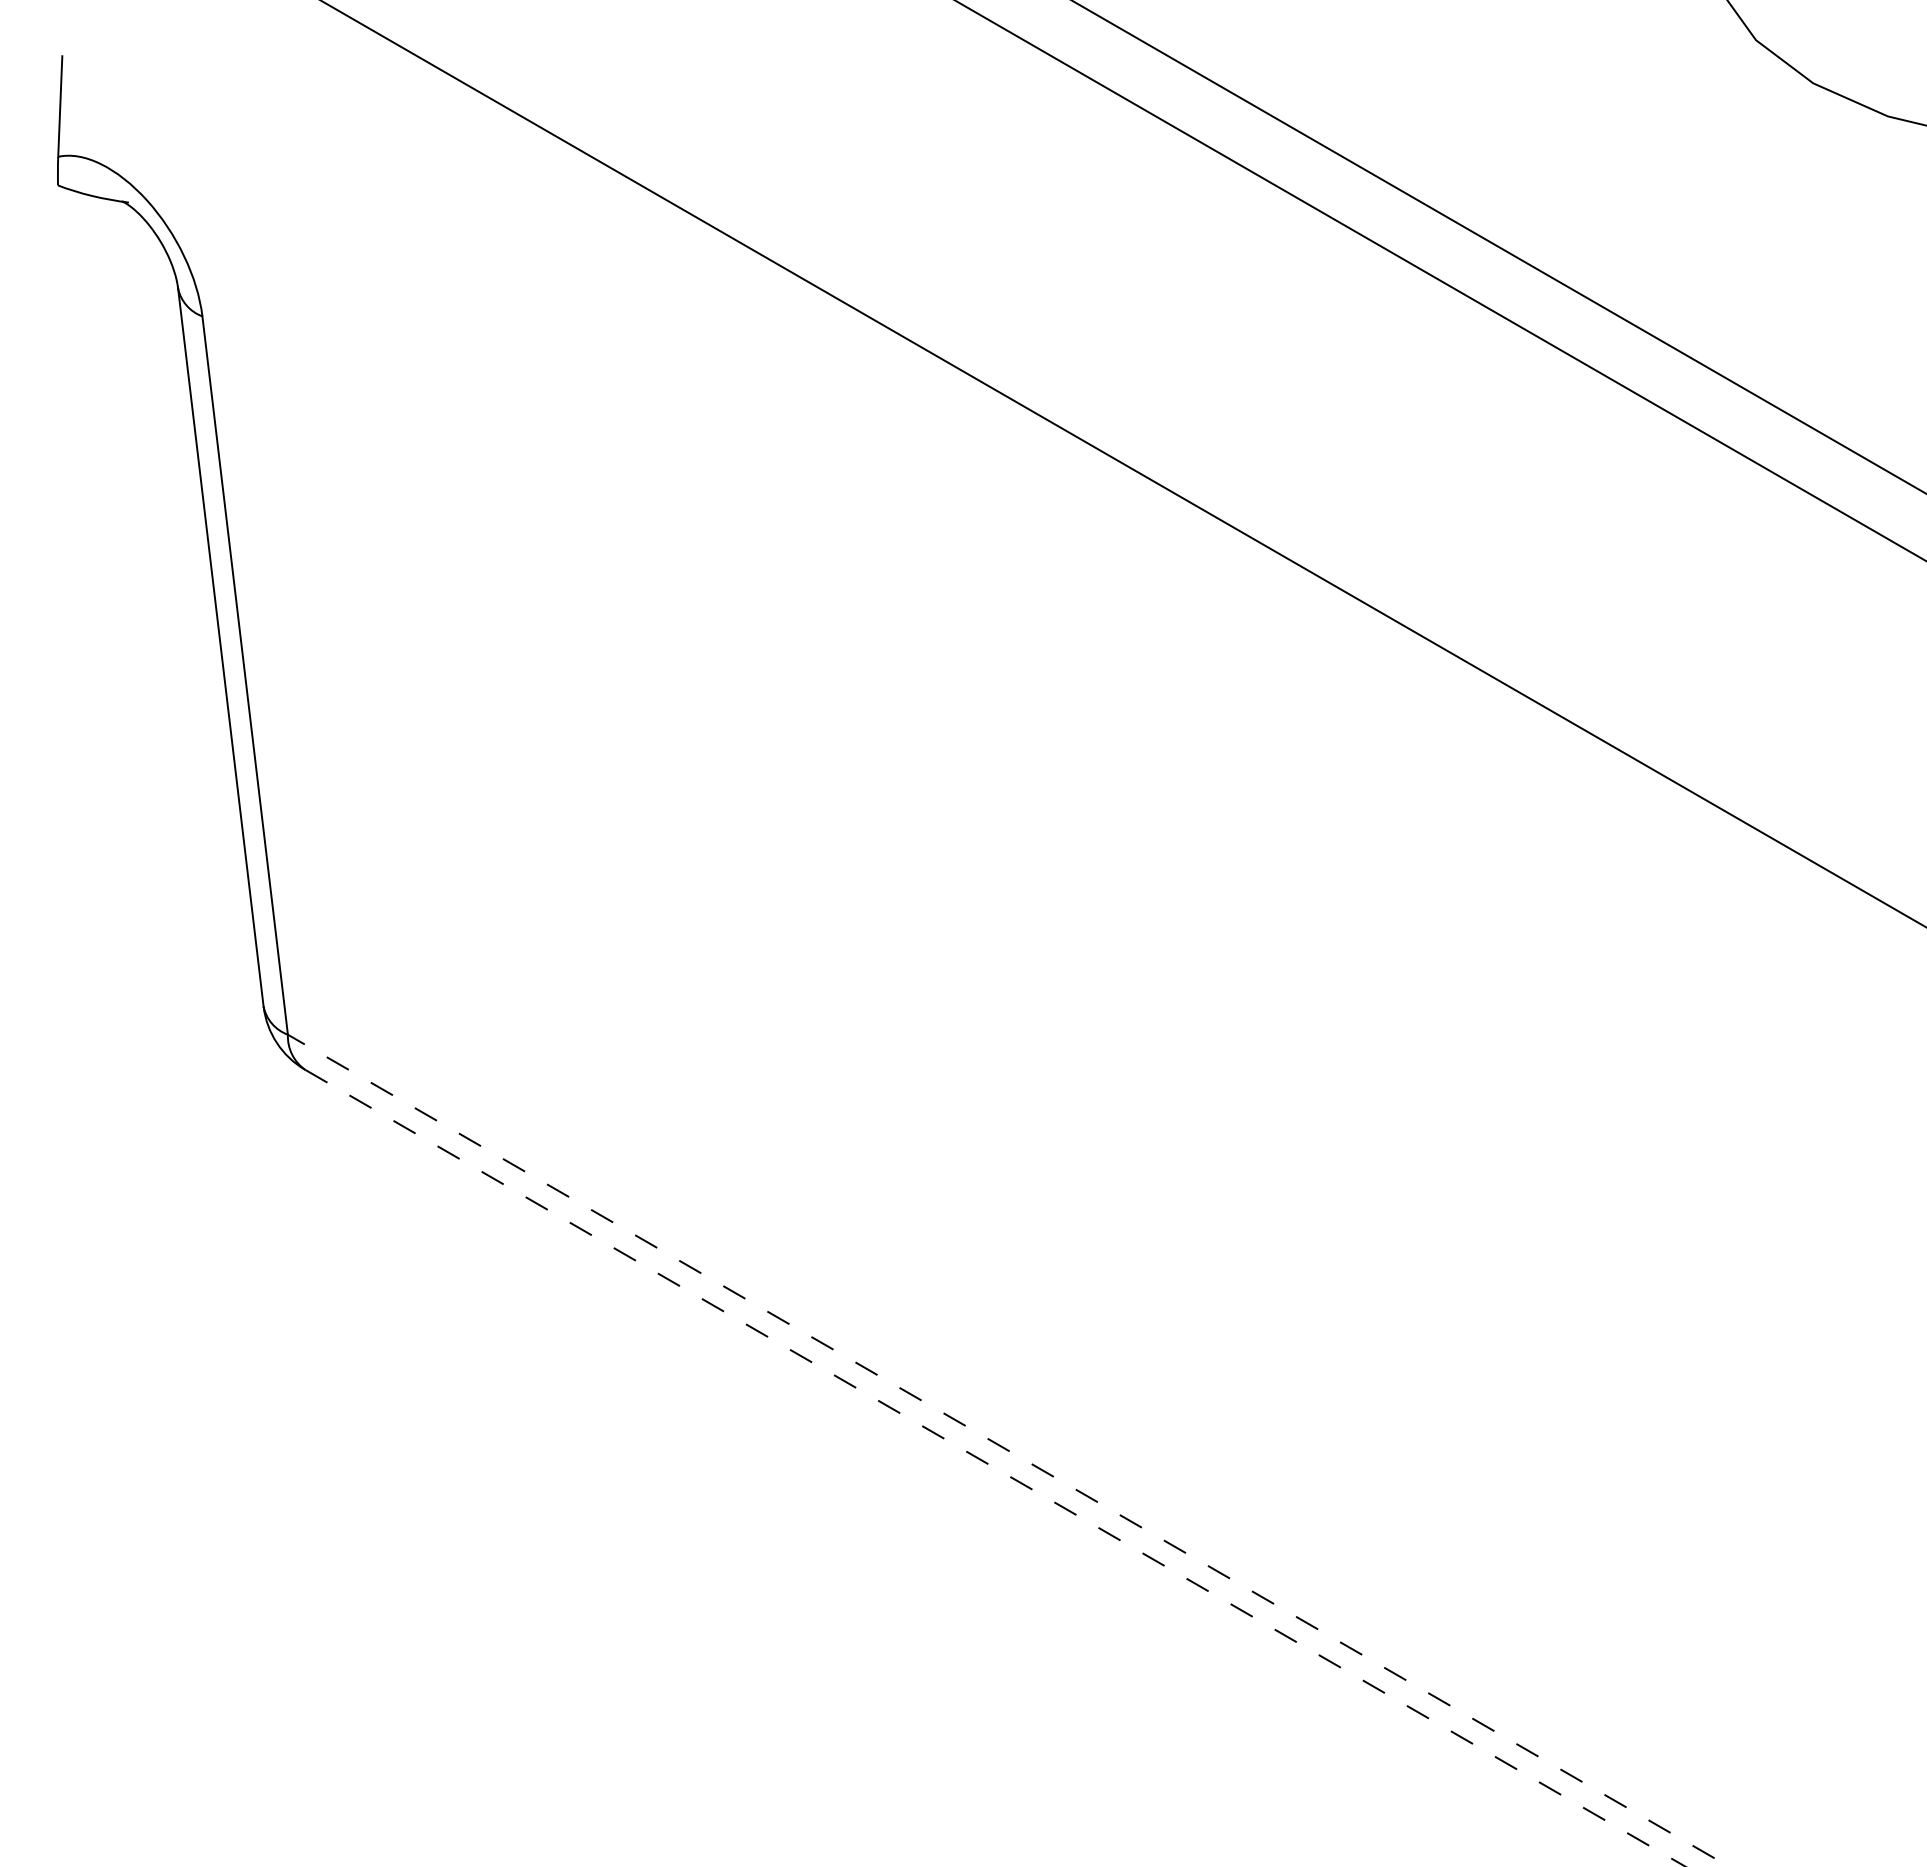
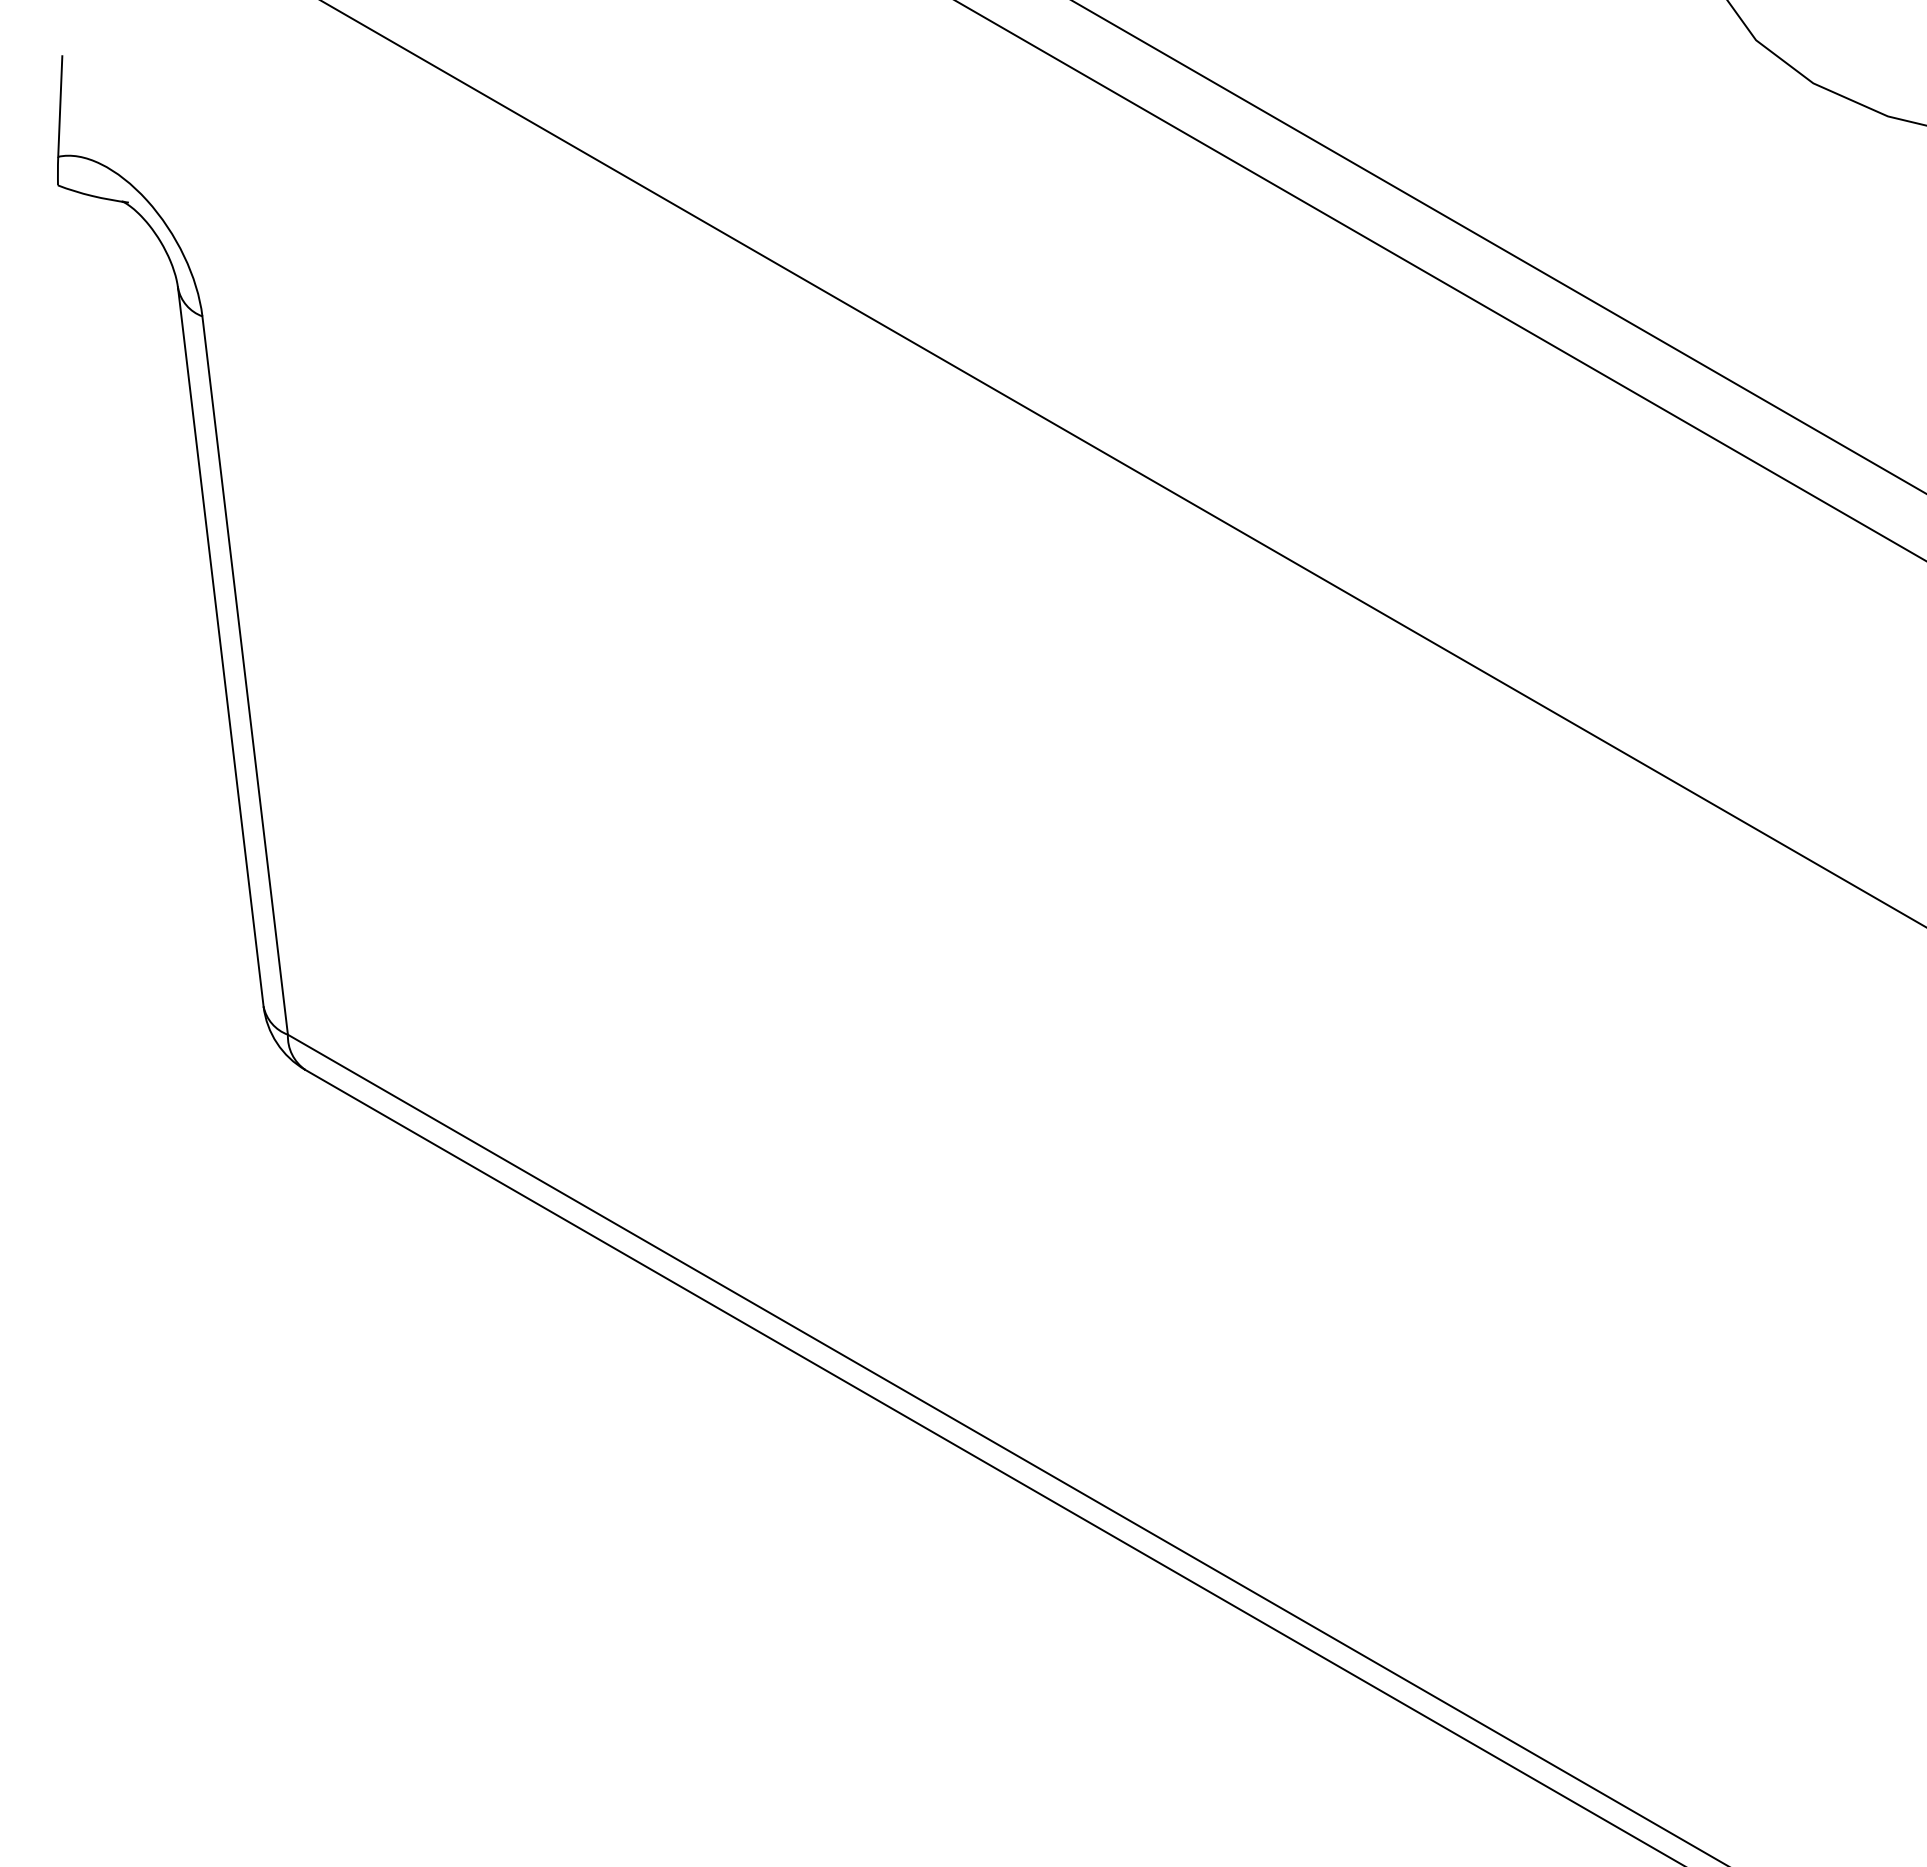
line at (1008, 1450): dashed -> solid
line at (995, 1468): dashed -> solid
